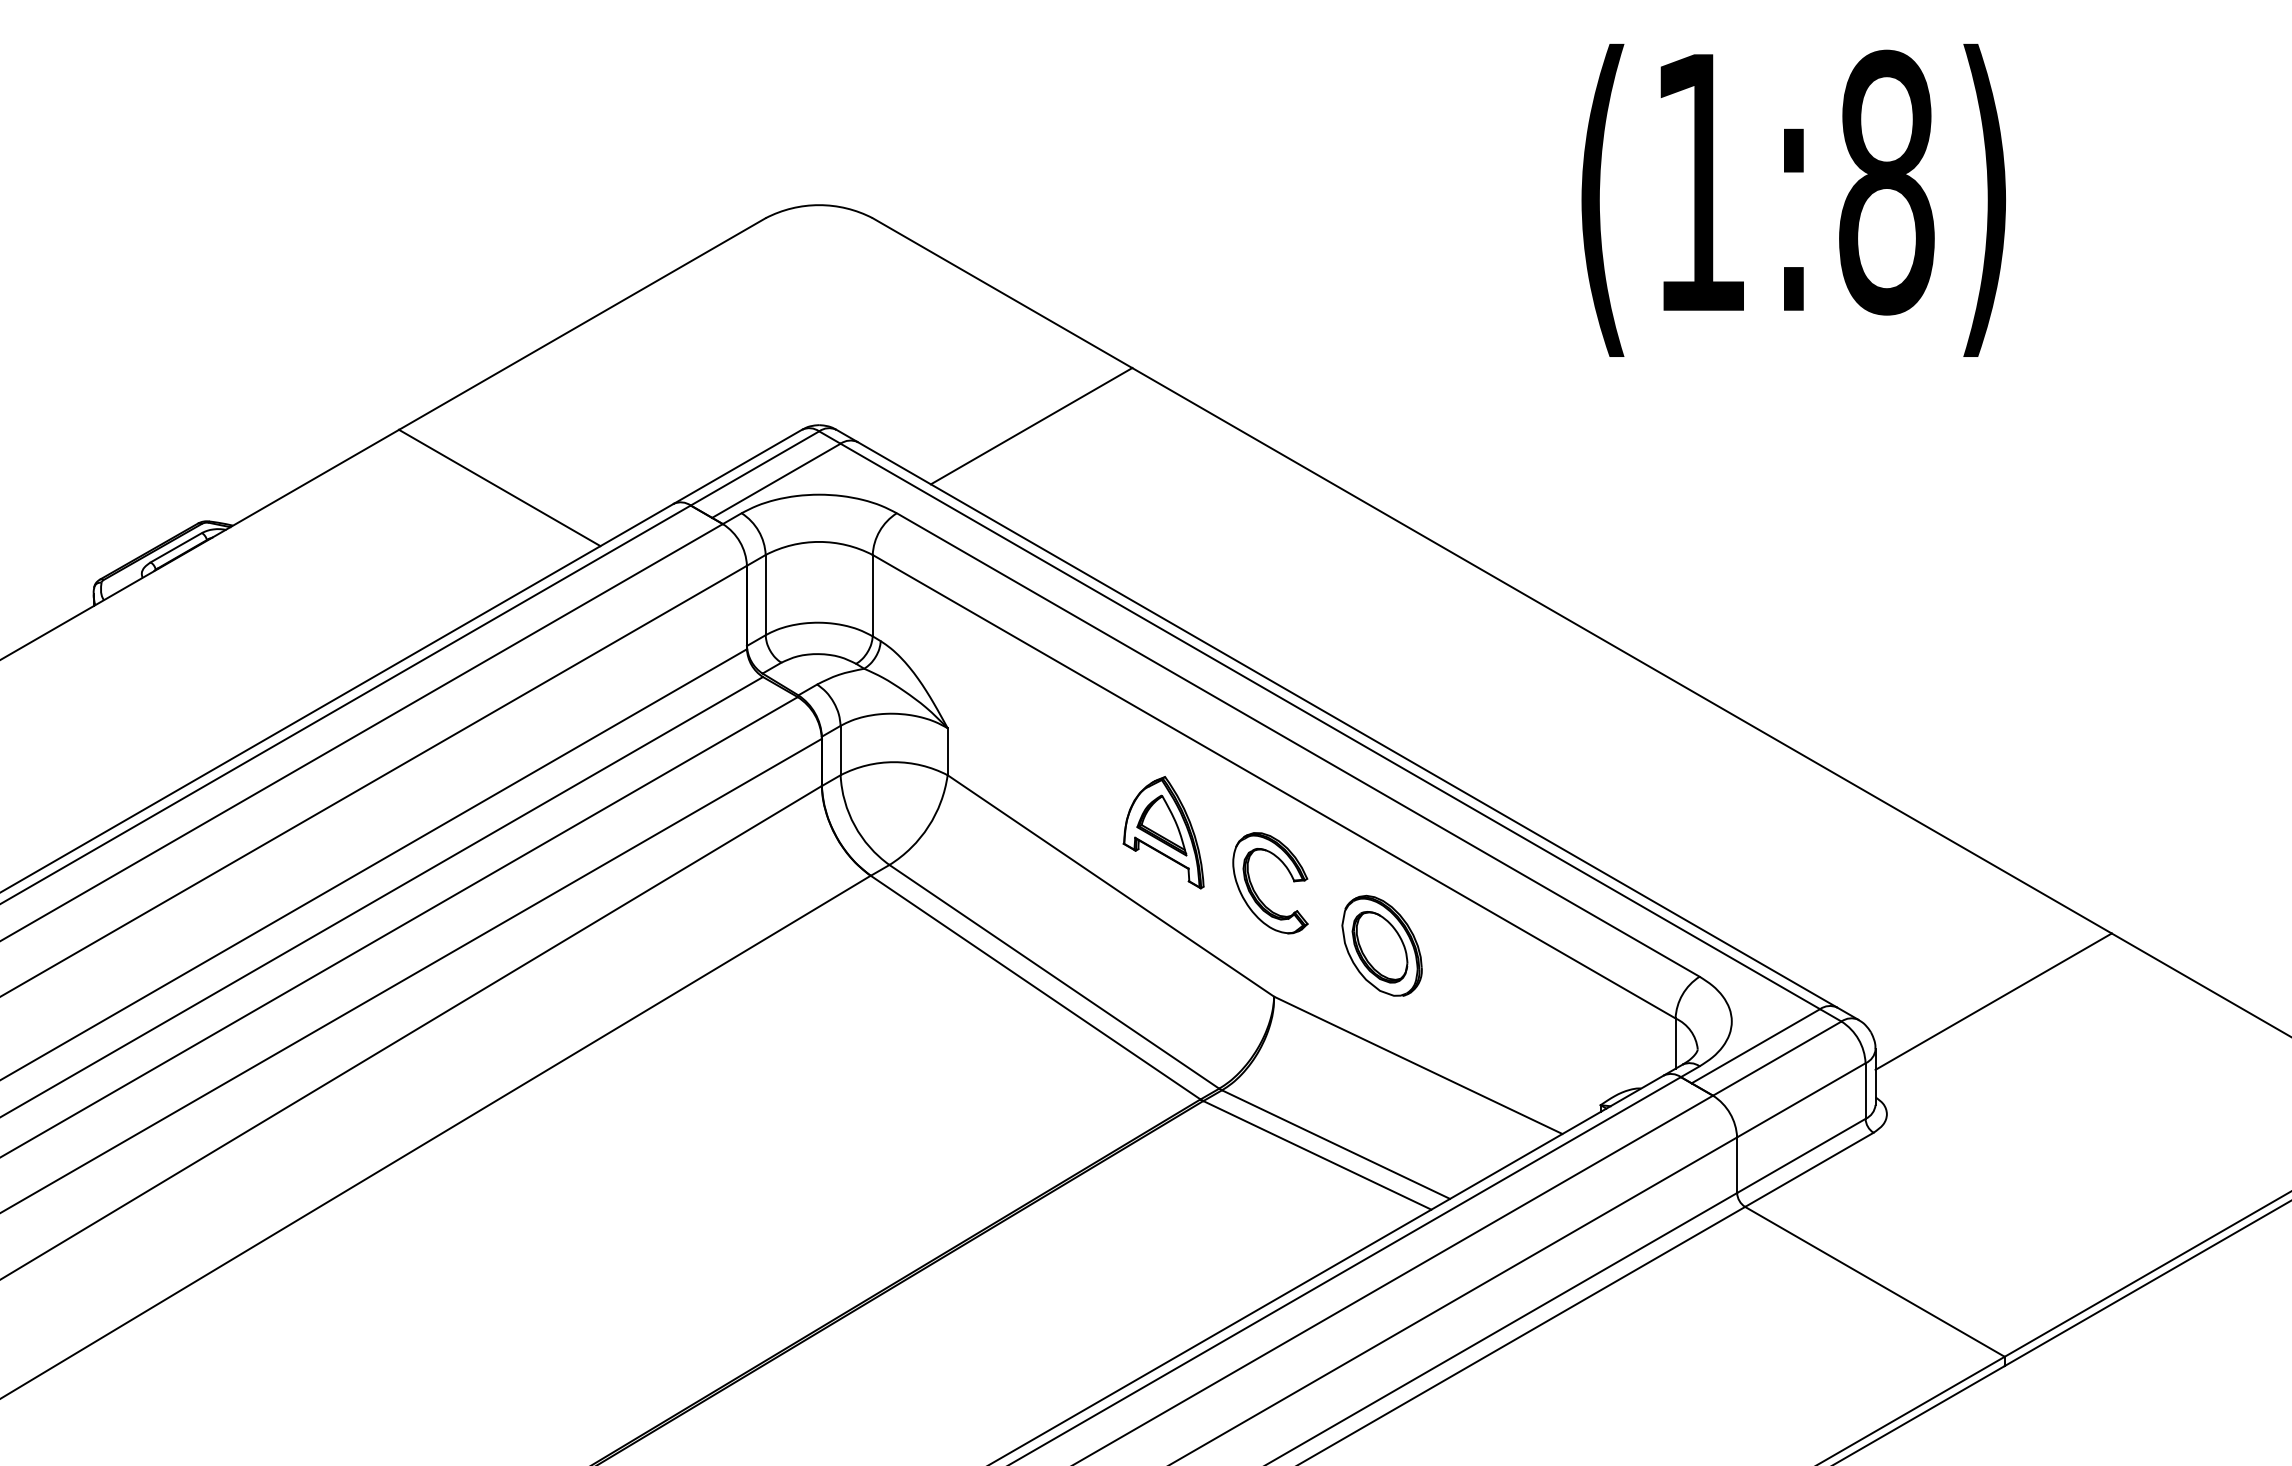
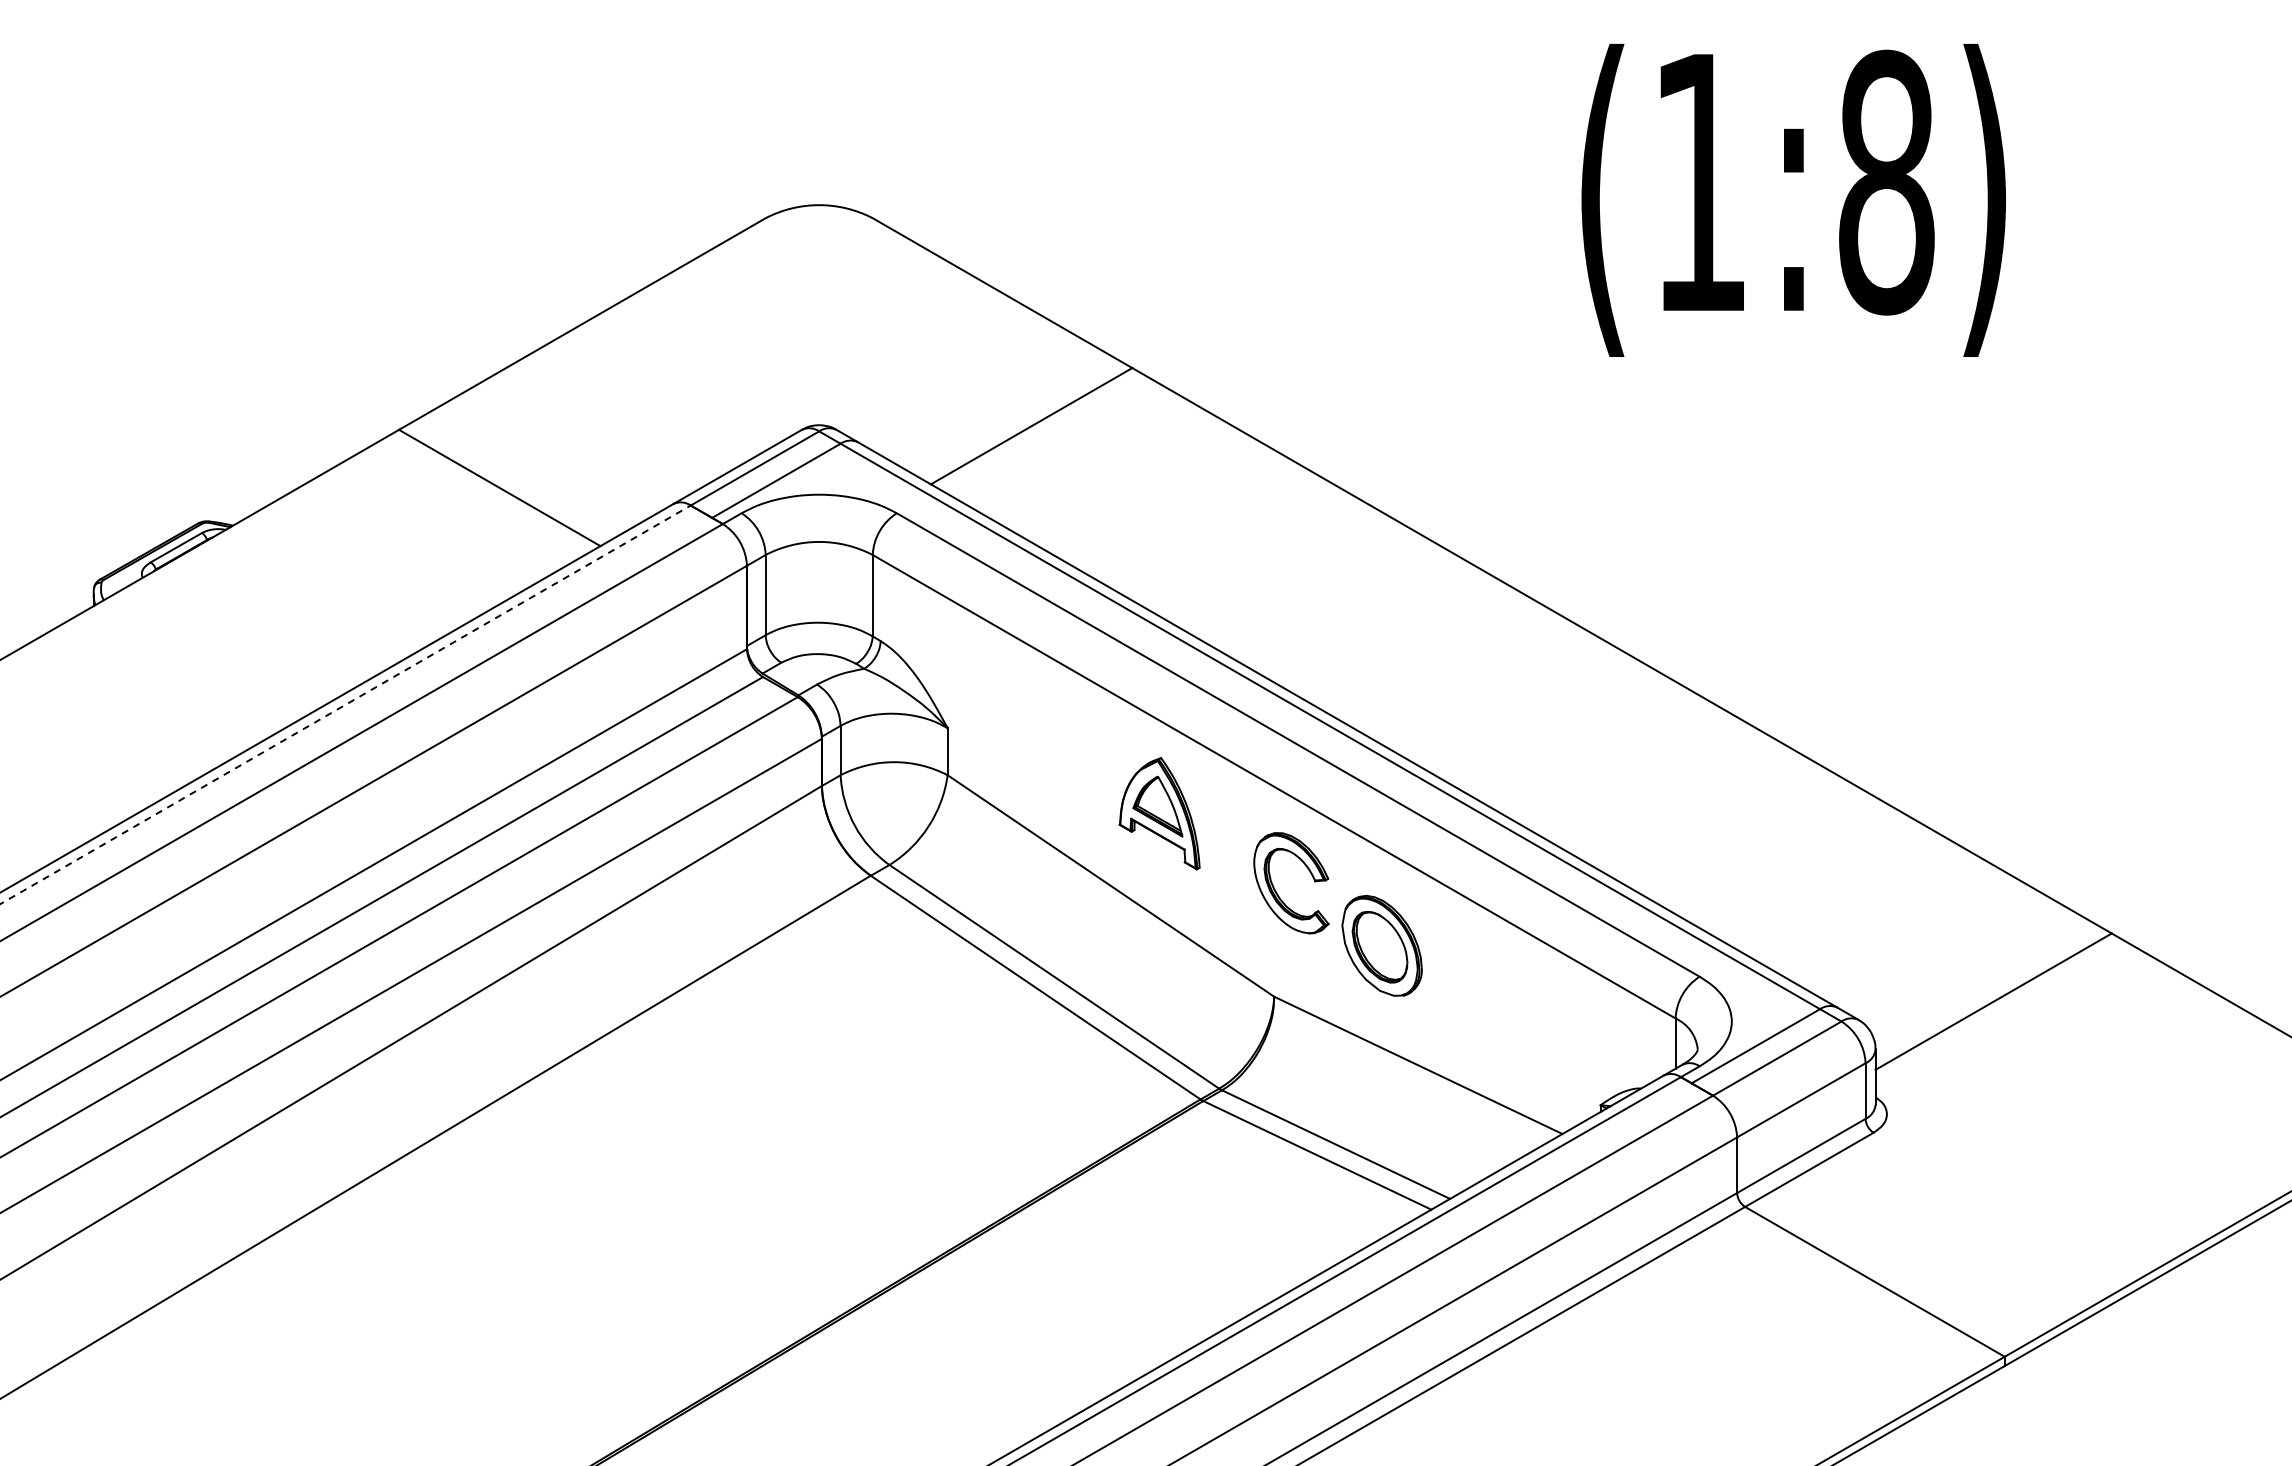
line at (346, 704): solid -> dashed
part at (1163, 832) position: (1163, 832) -> (1159, 813)
part at (1256, 892) position: (1256, 892) -> (1277, 892)
